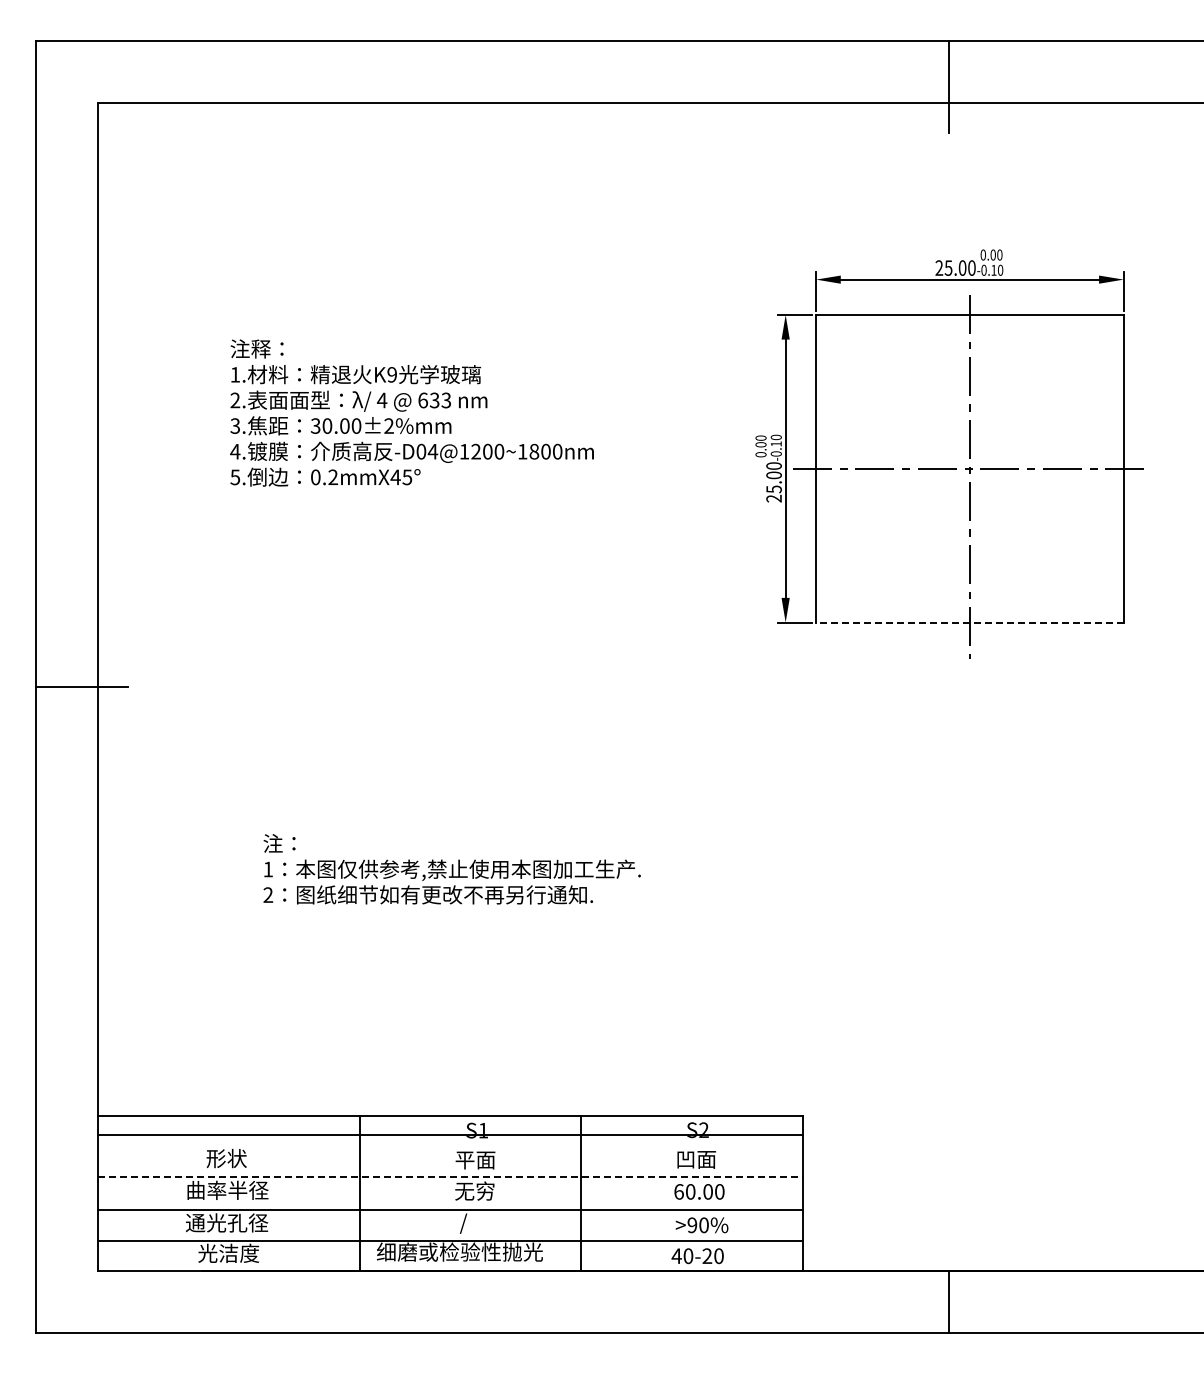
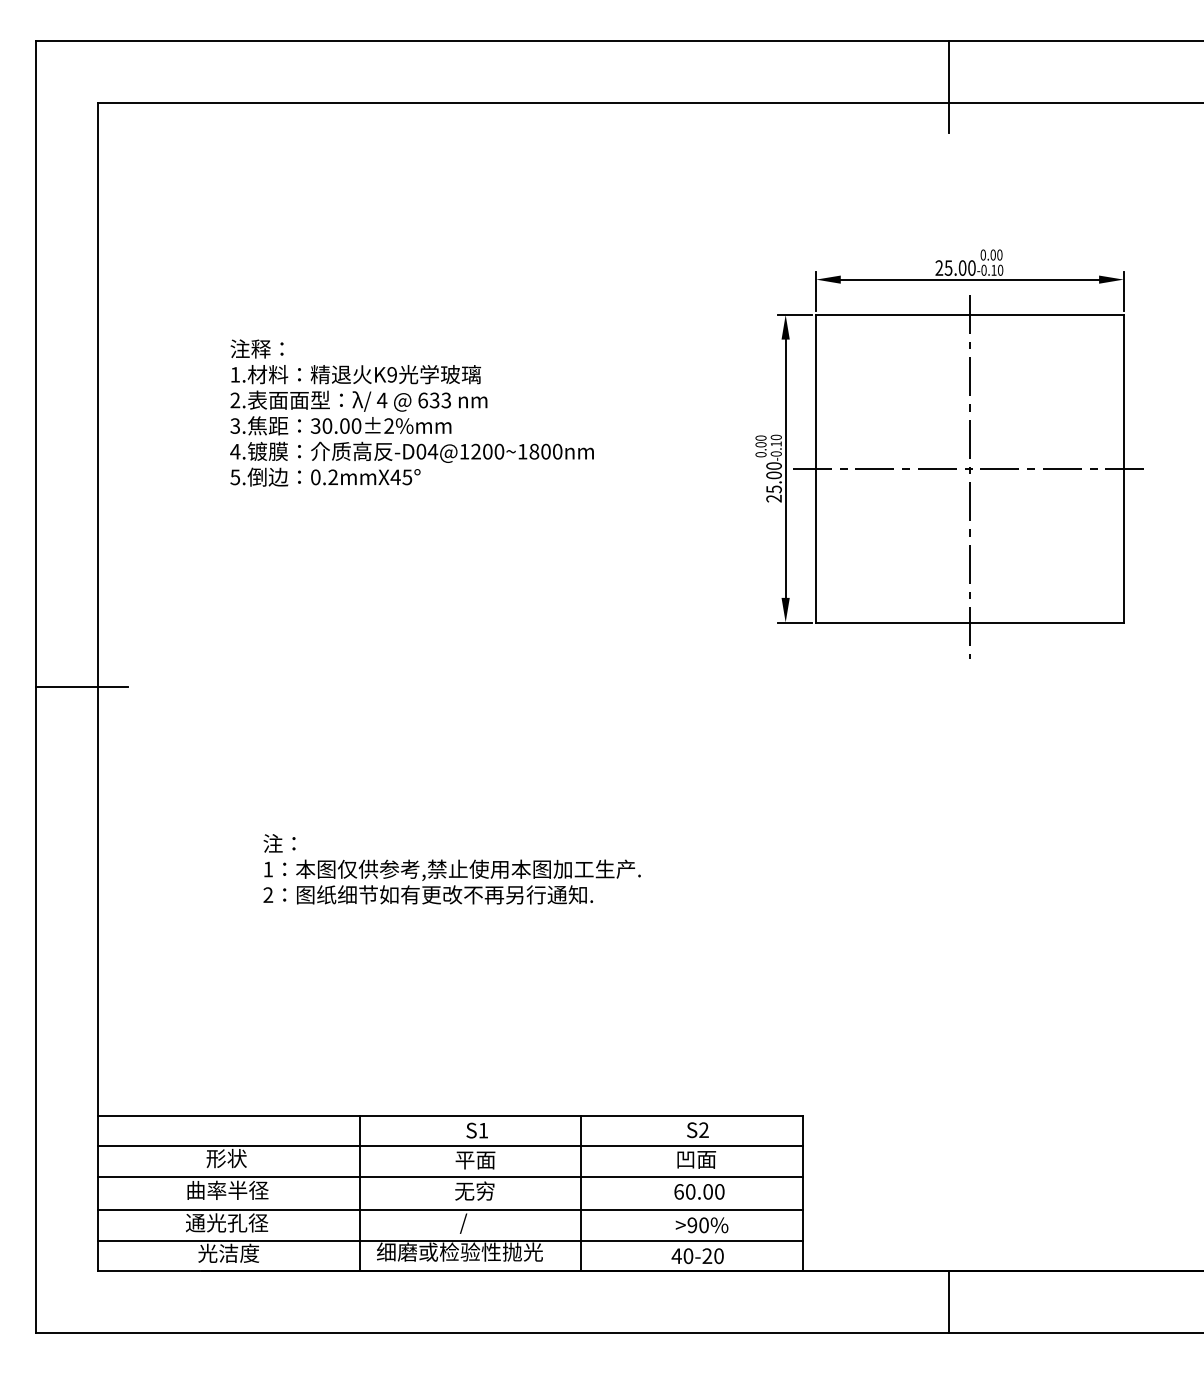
line at (969, 622): dashed -> solid
line at (449, 1135) position: (449, 1135) -> (449, 1146)
line at (450, 1176): dashed -> solid
